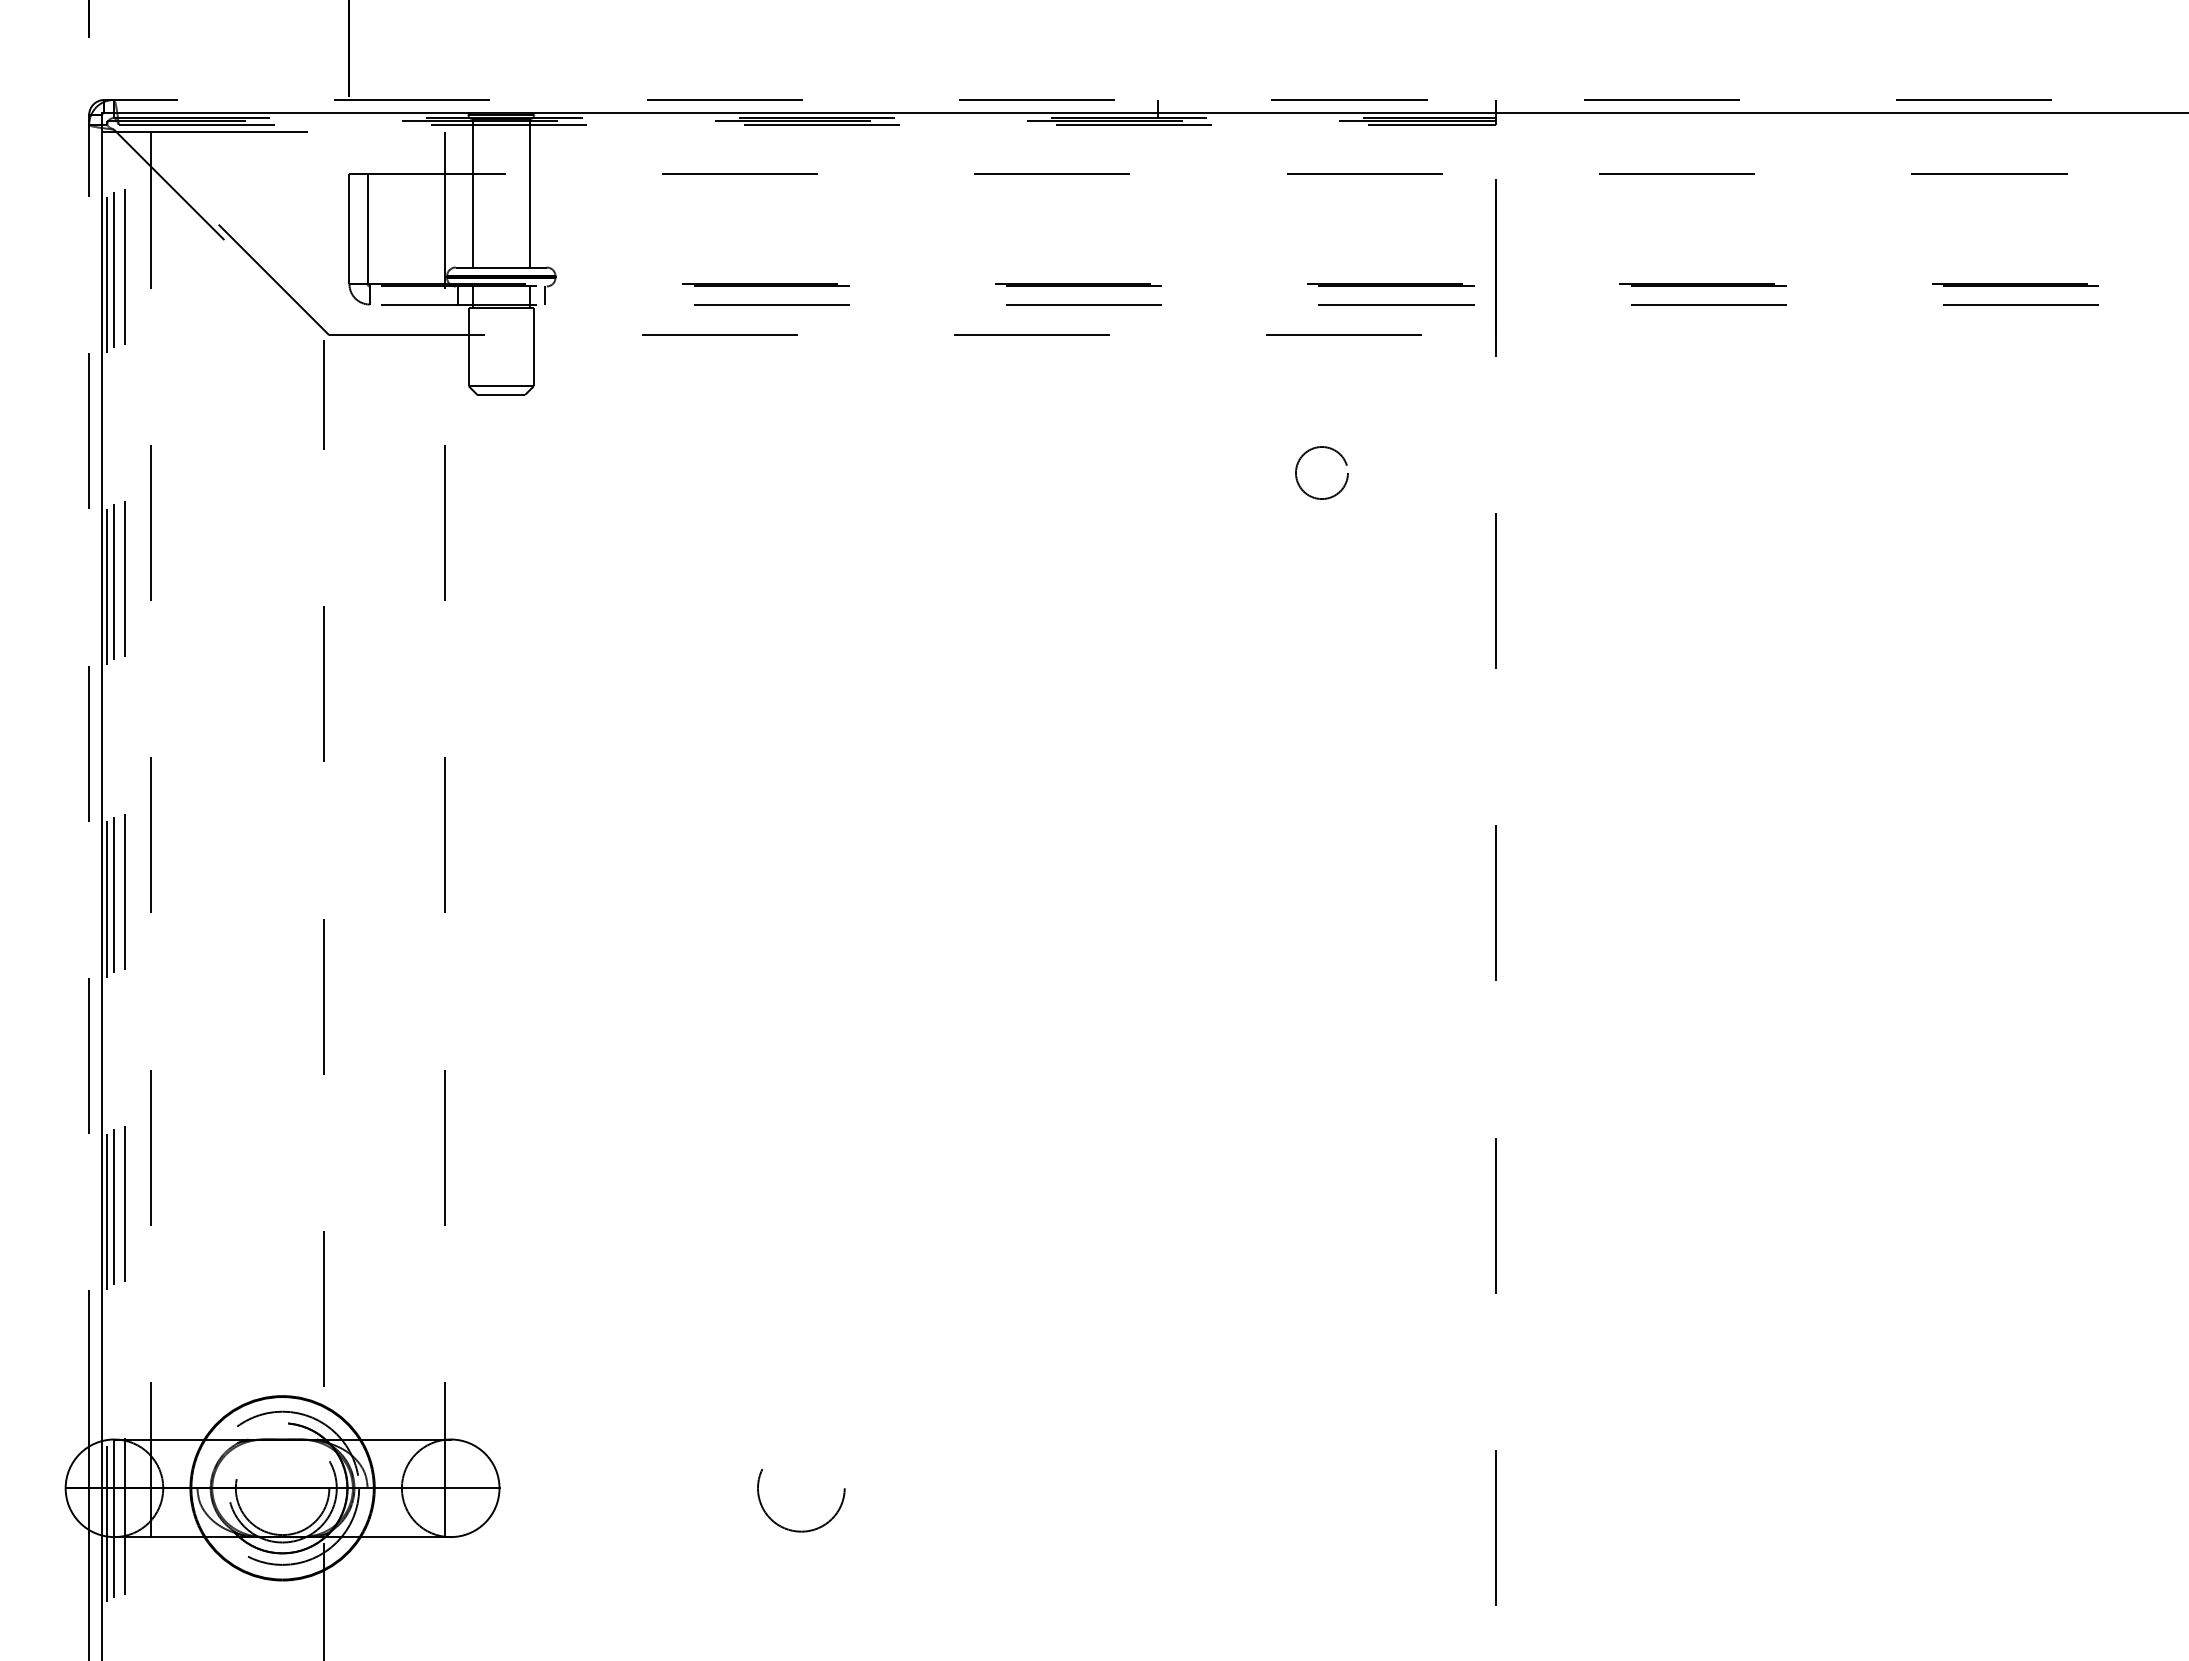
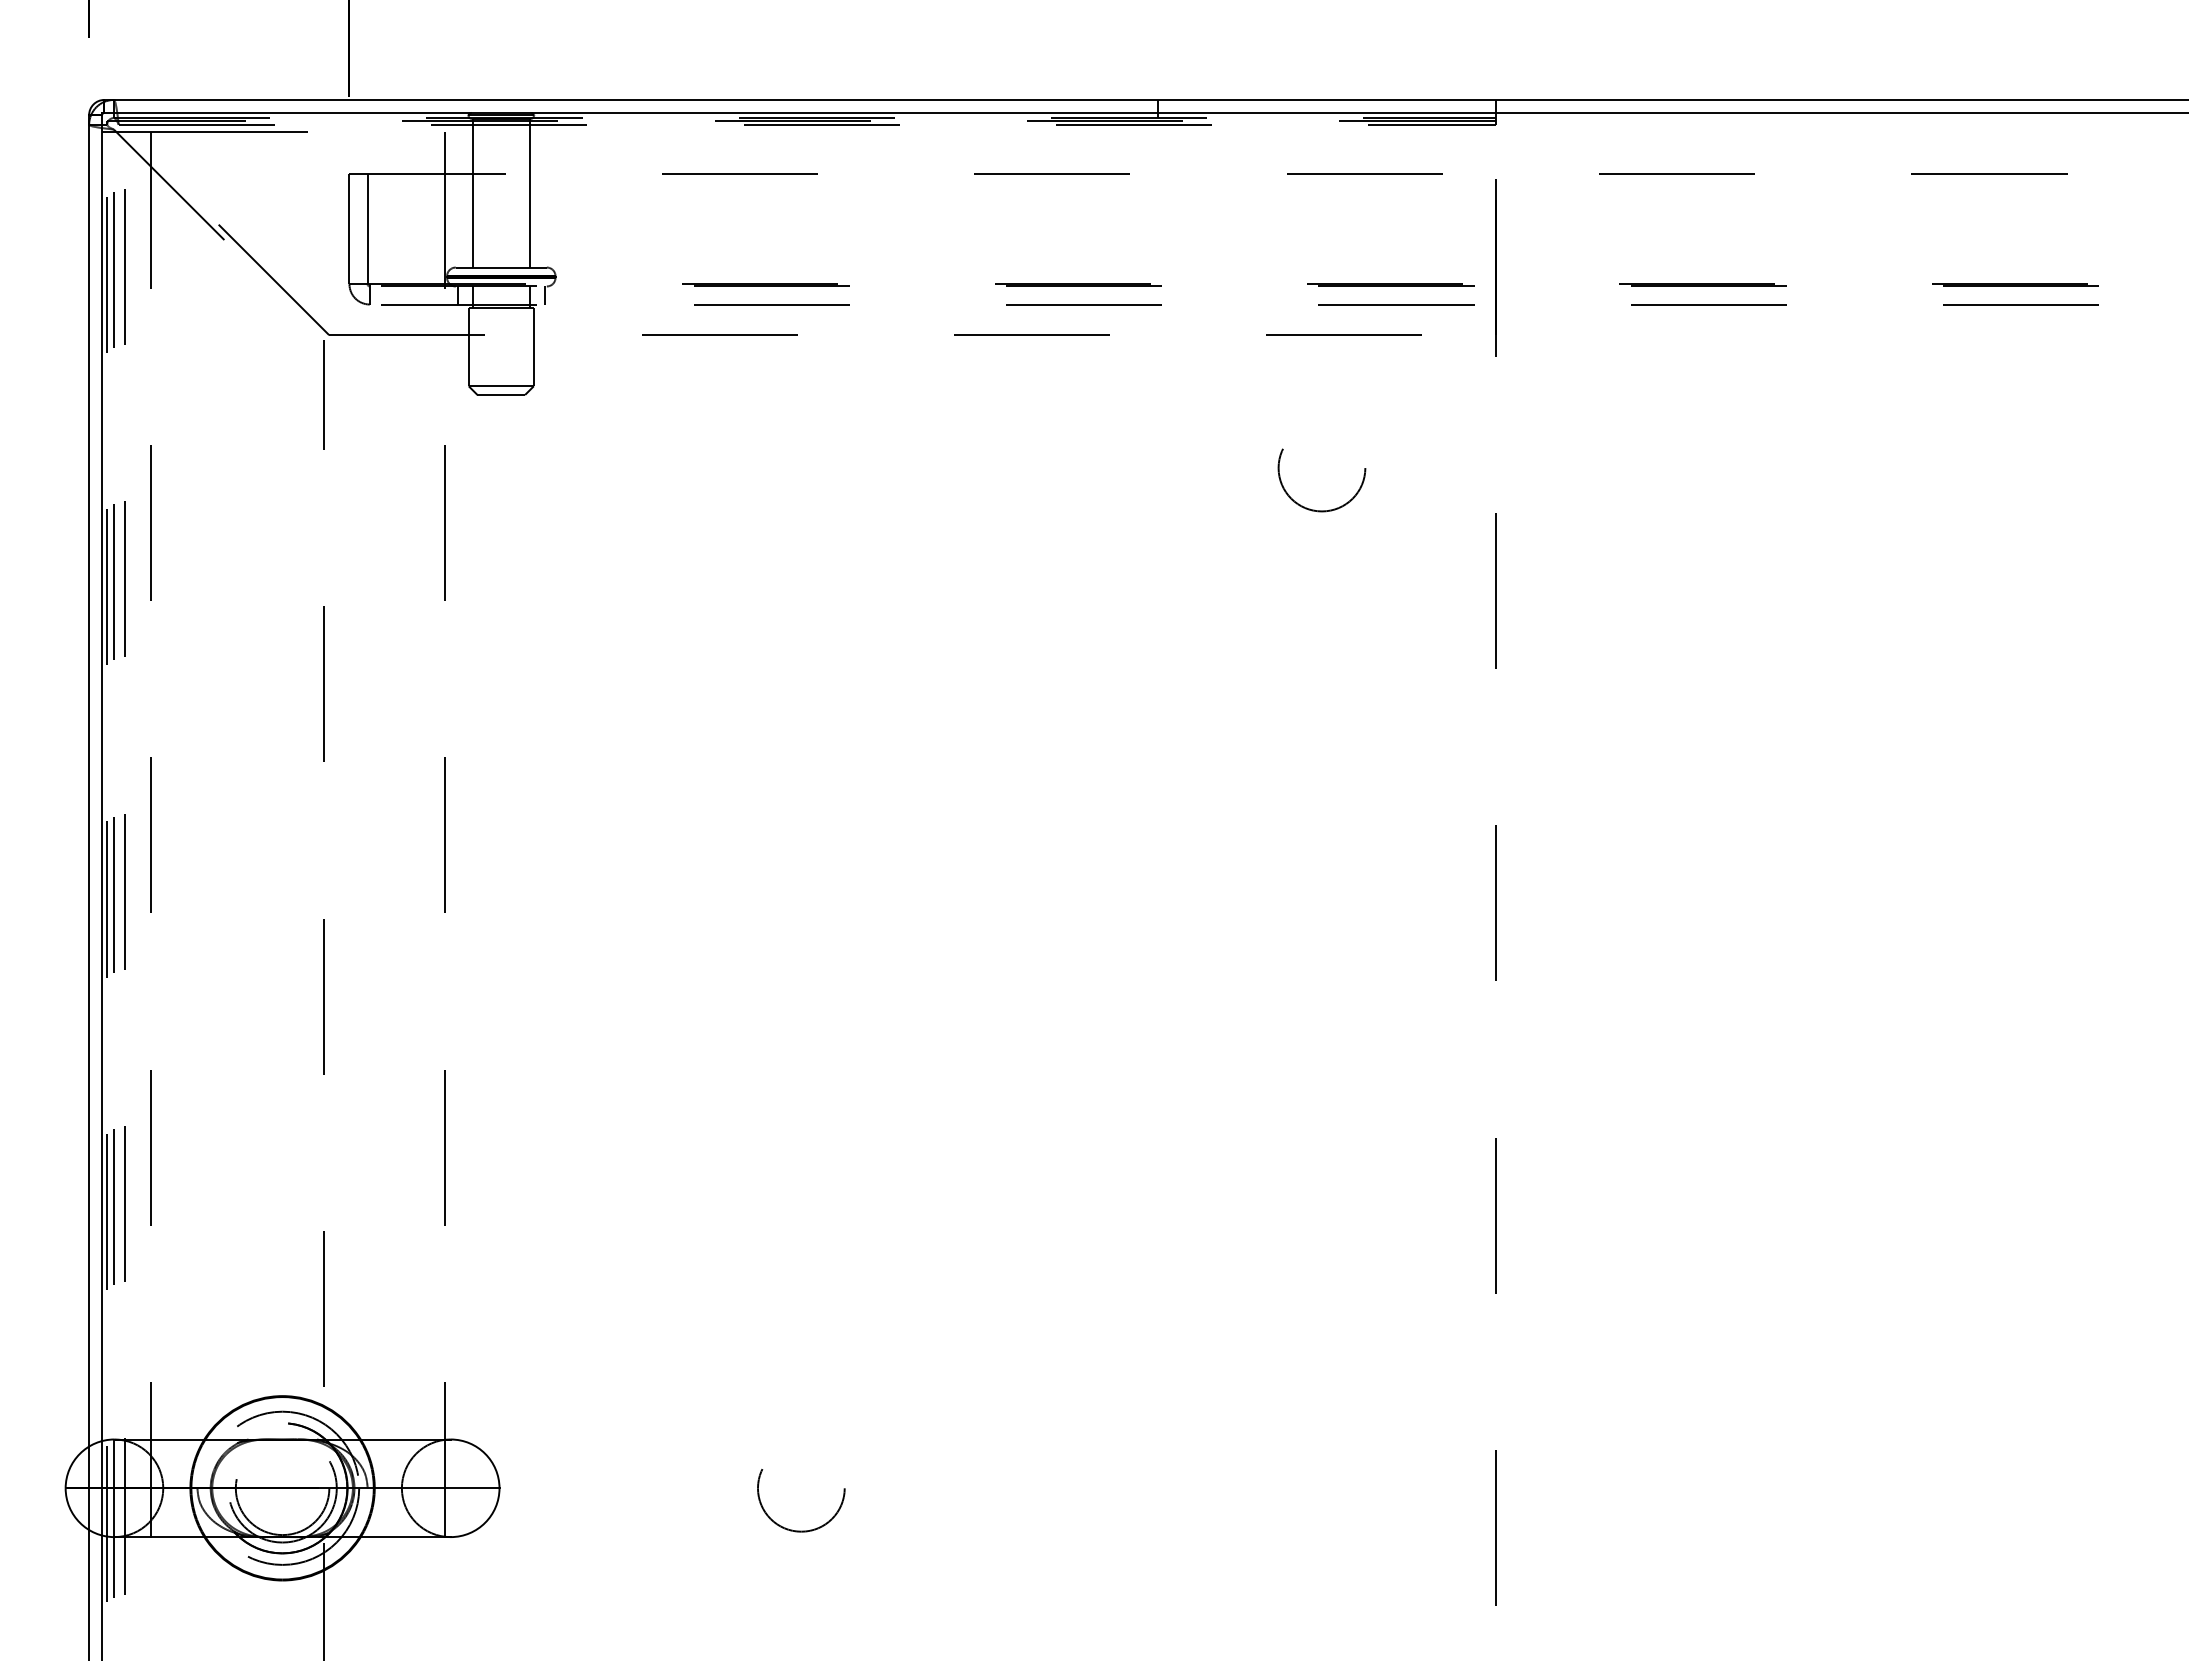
line at (1146, 99): dashed -> solid
circle at (1321, 477) size: 54x45 px -> 90x65 px
line at (89, 780): dashed -> solid
